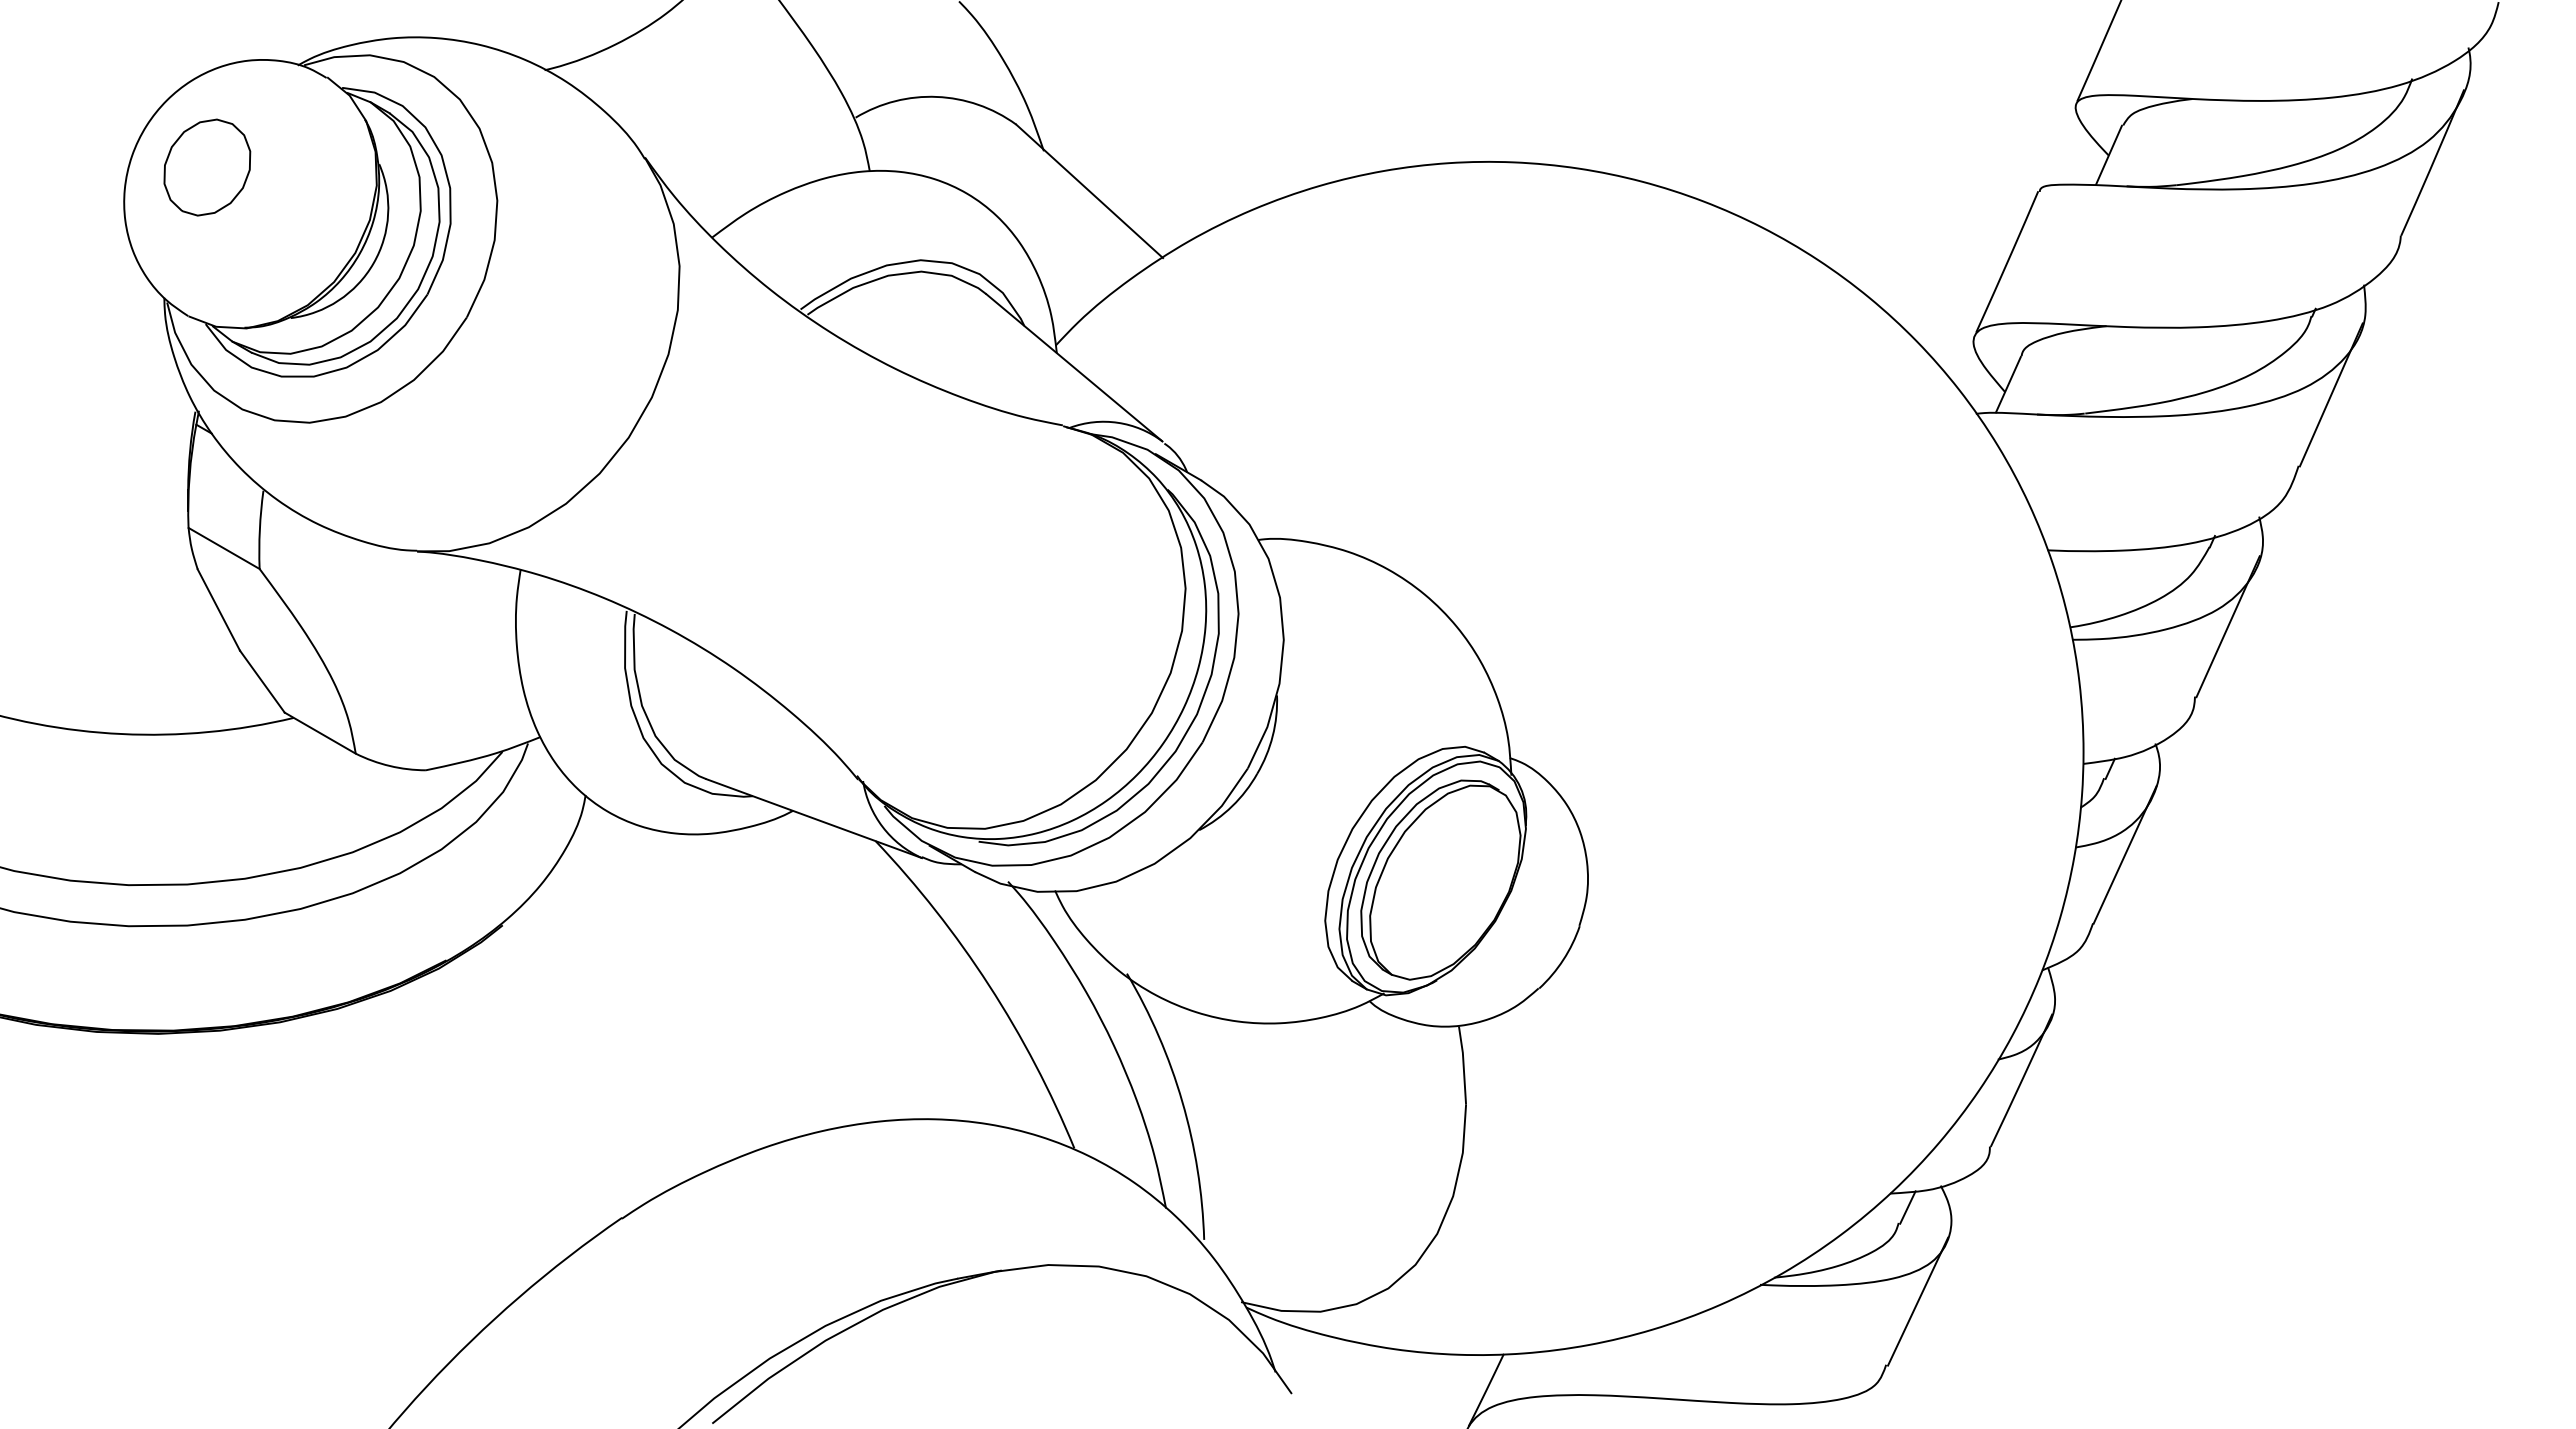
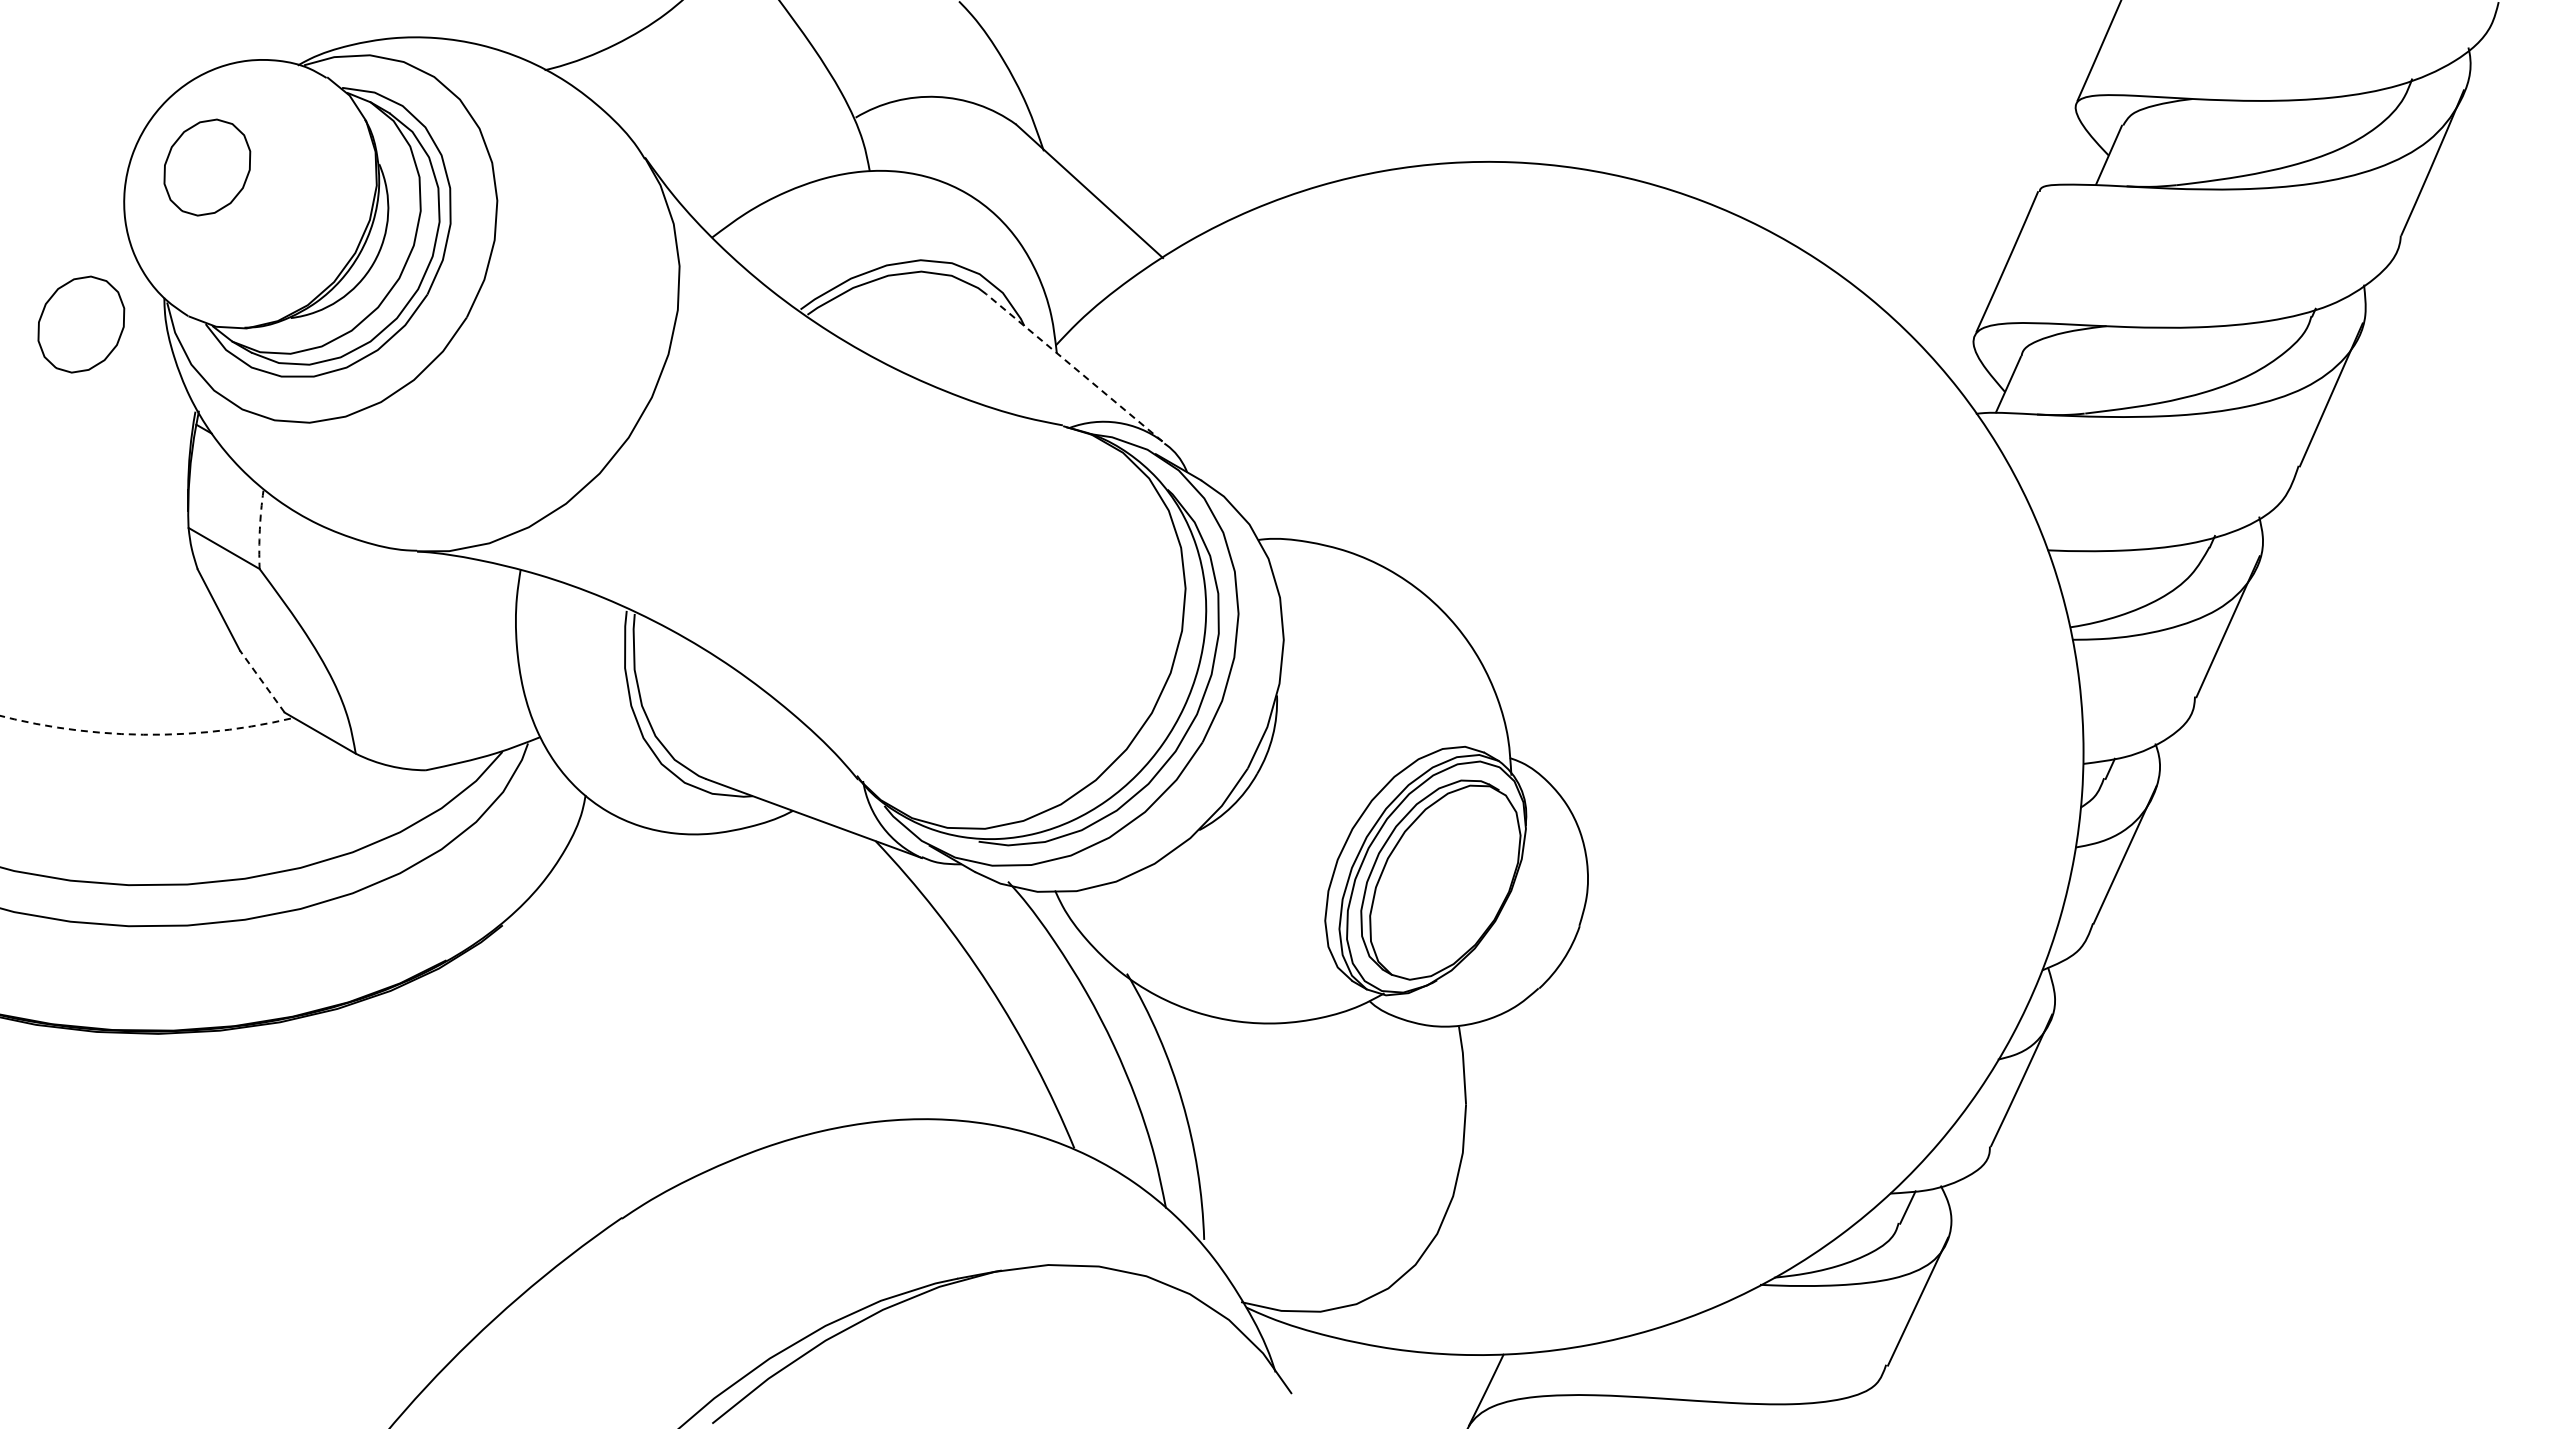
part at (81, 324): none -> present
line at (1074, 367): solid -> dashed
arc at (259, 529): solid -> dashed
line at (262, 681): solid -> dashed
arc at (146, 734): solid -> dashed
